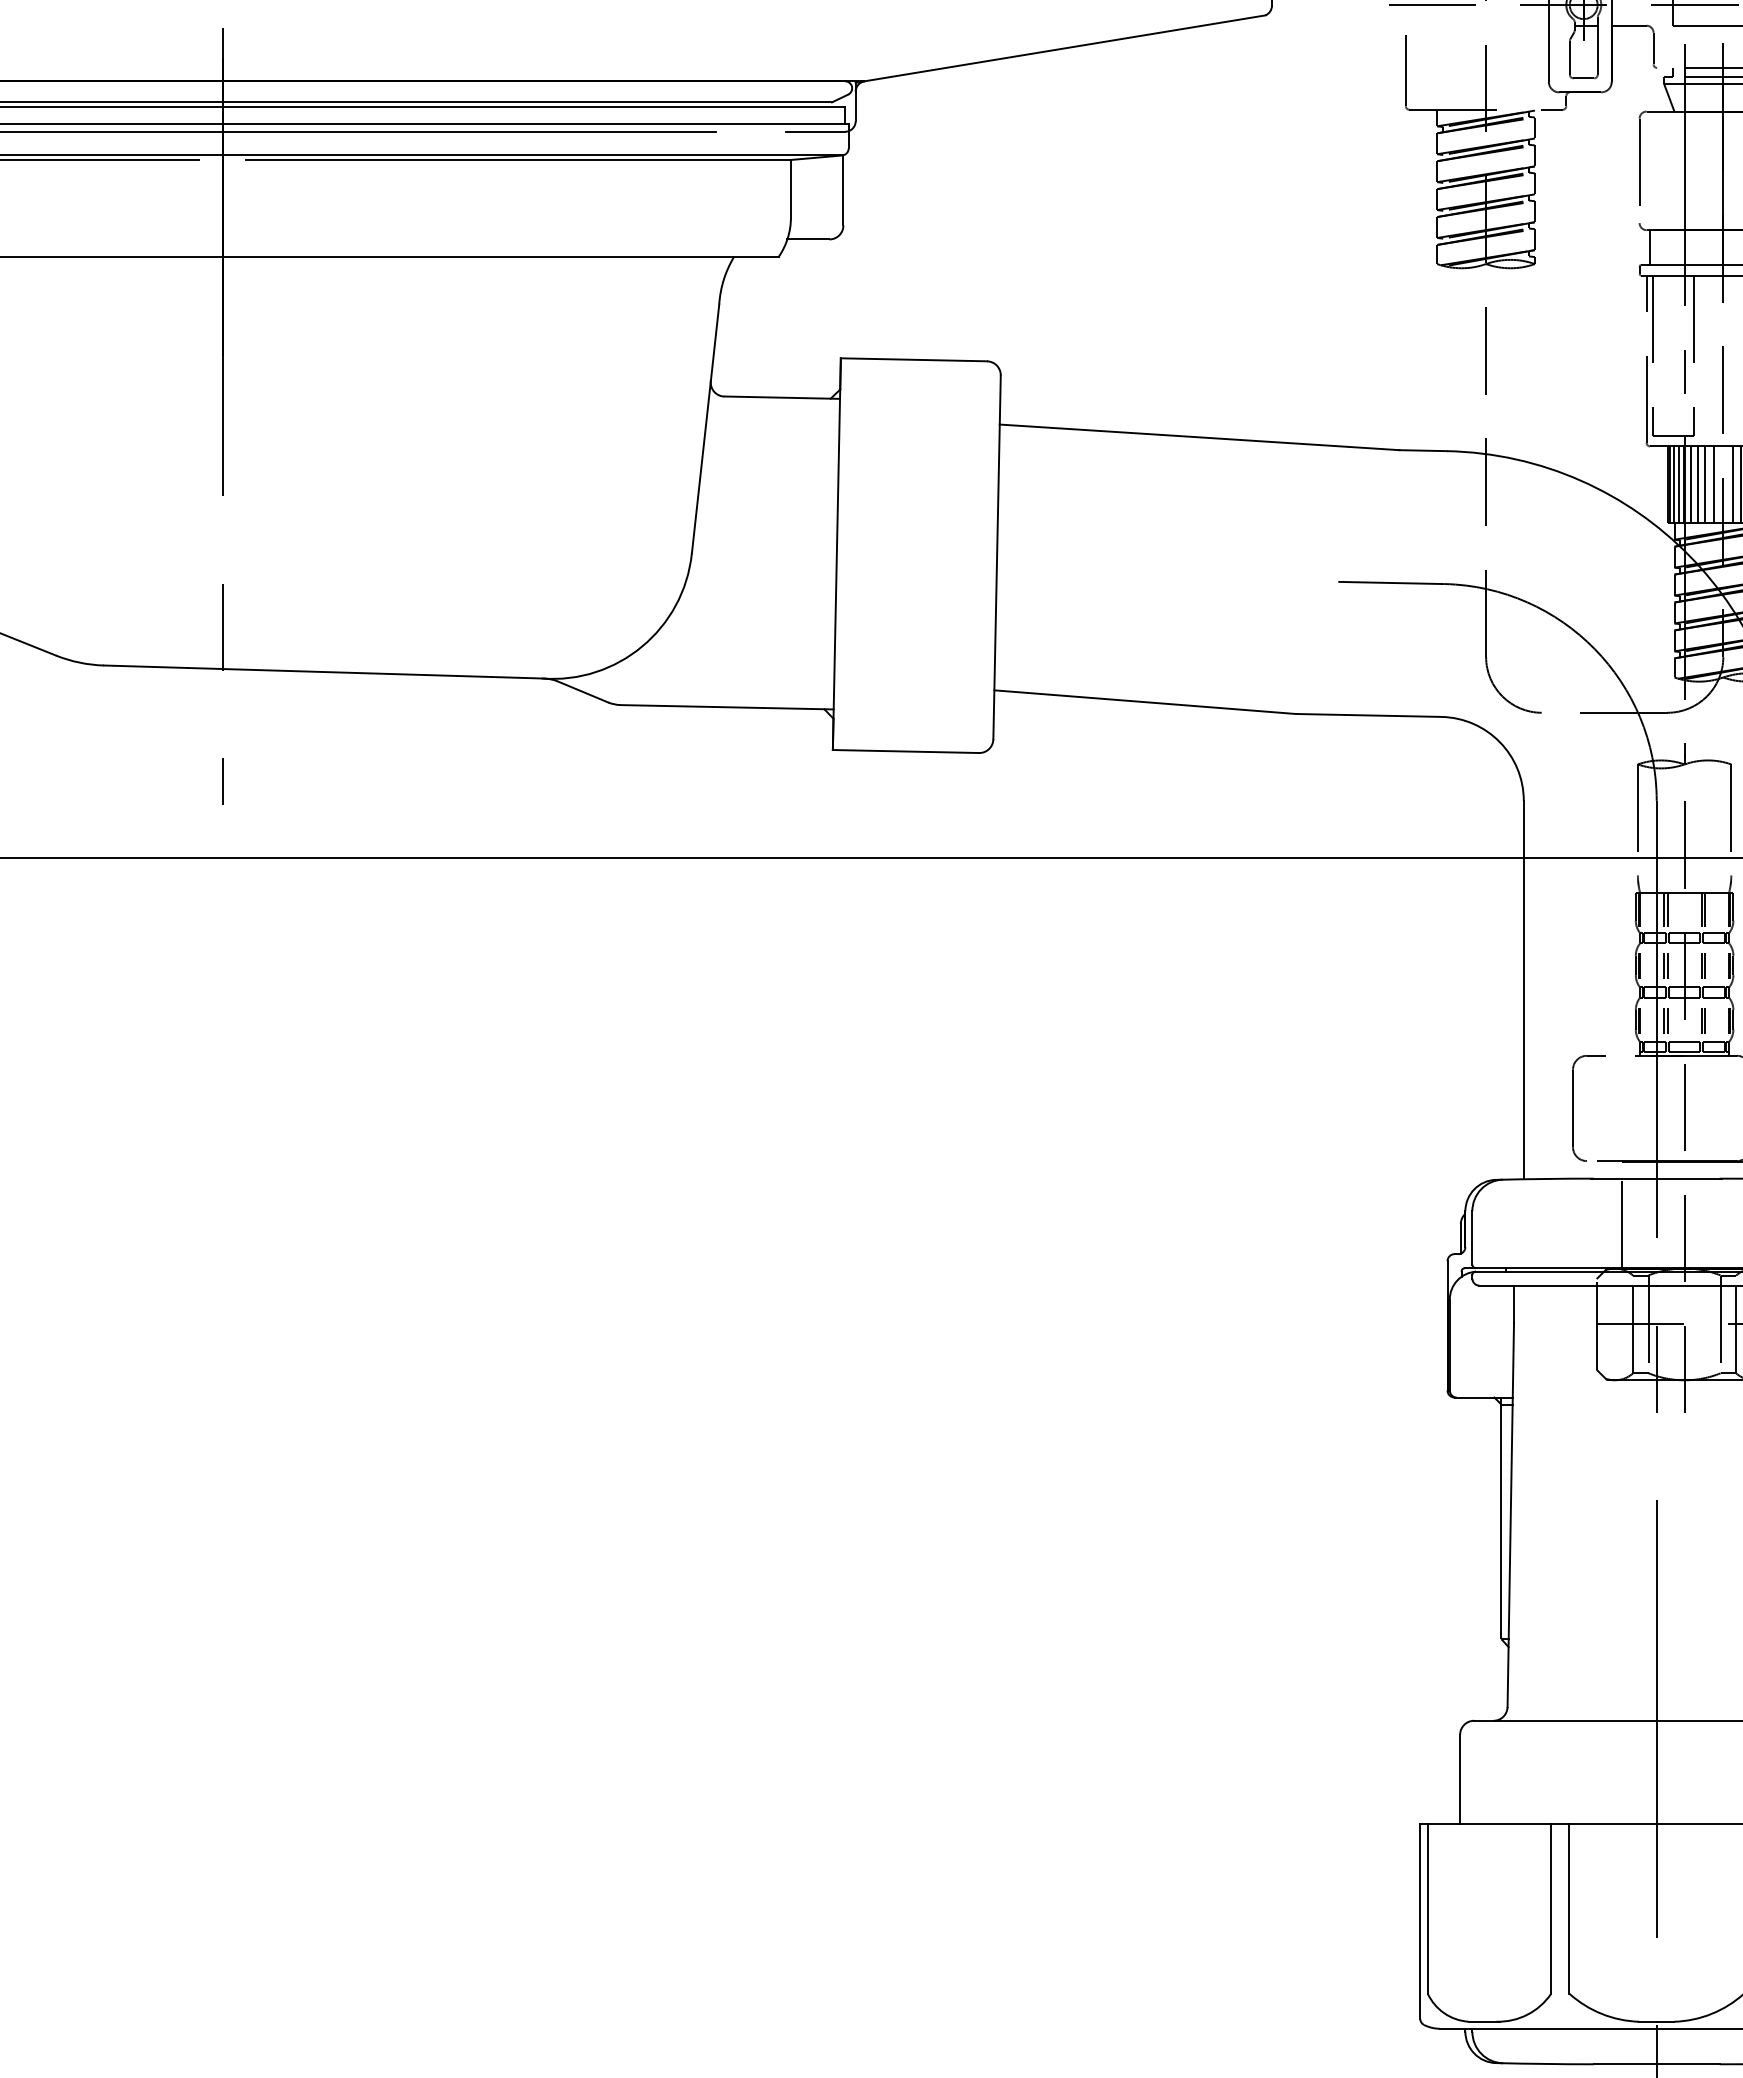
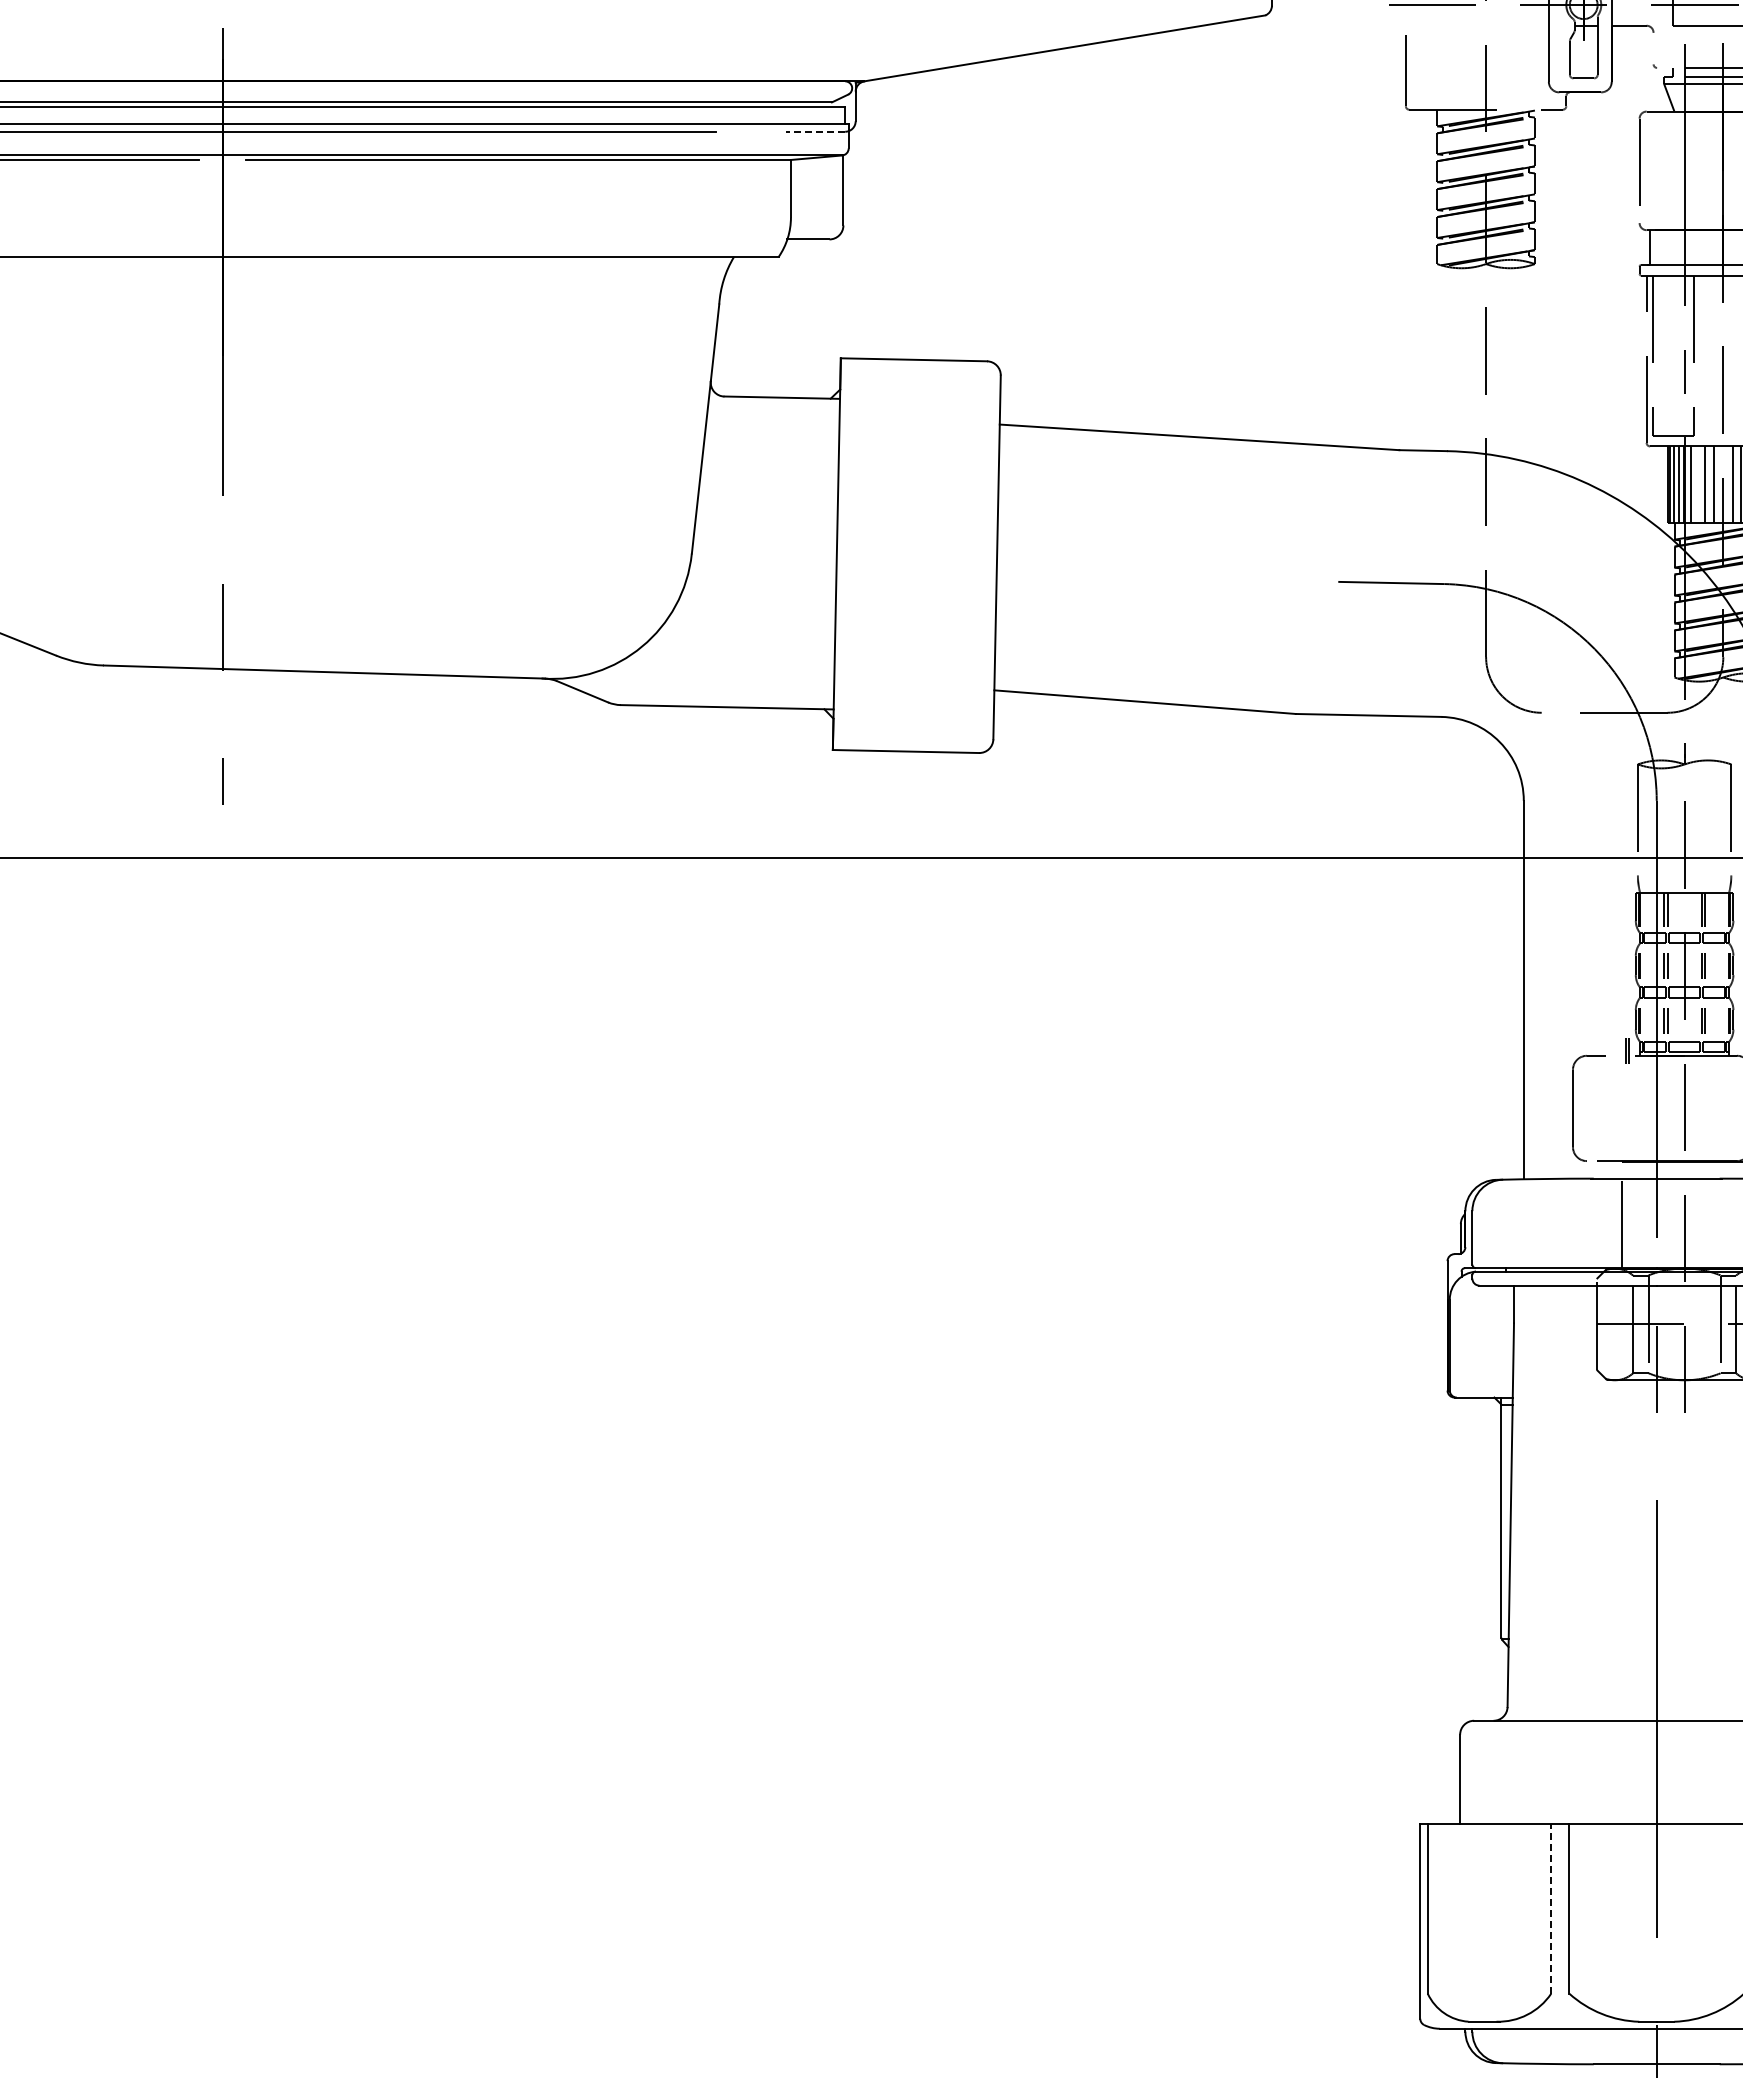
line at (1653, 48): present -> none
line at (815, 131): solid -> dashed
line at (1697, 484): present -> none
line at (1626, 1050): none -> present
line at (1551, 1908): solid -> dashed
